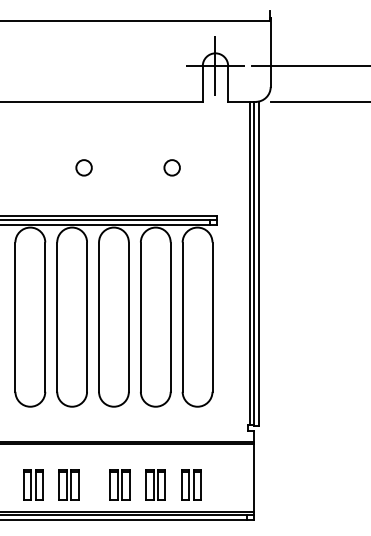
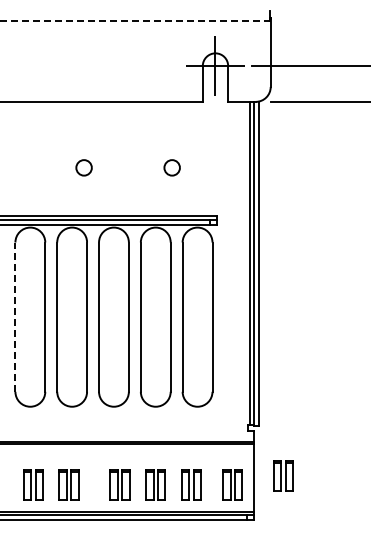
line at (135, 21): solid -> dashed
line at (15, 317): solid -> dashed
part at (283, 475): none -> present
part at (232, 484): none -> present
